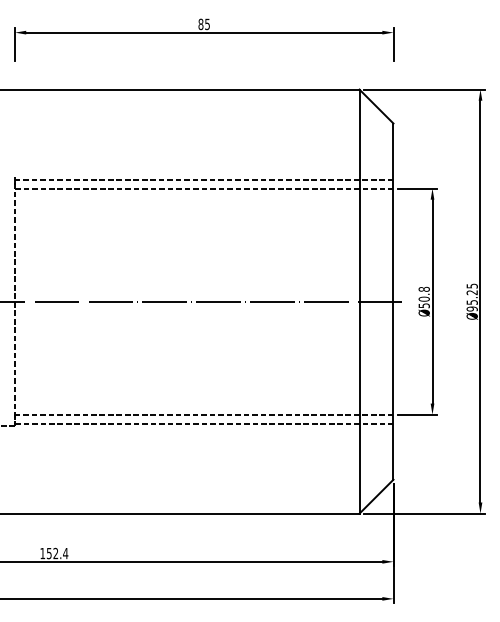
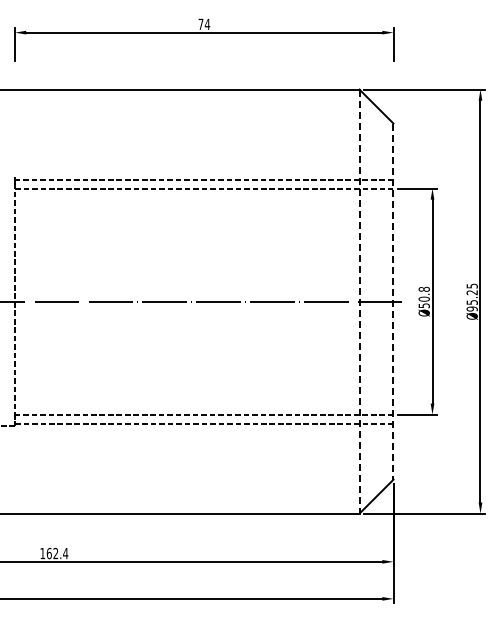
text at (204, 24): 85 -> 74
line at (359, 302): solid -> dashed
line at (393, 302): solid -> dashed
text at (48, 553): 152.4 -> 162.4
